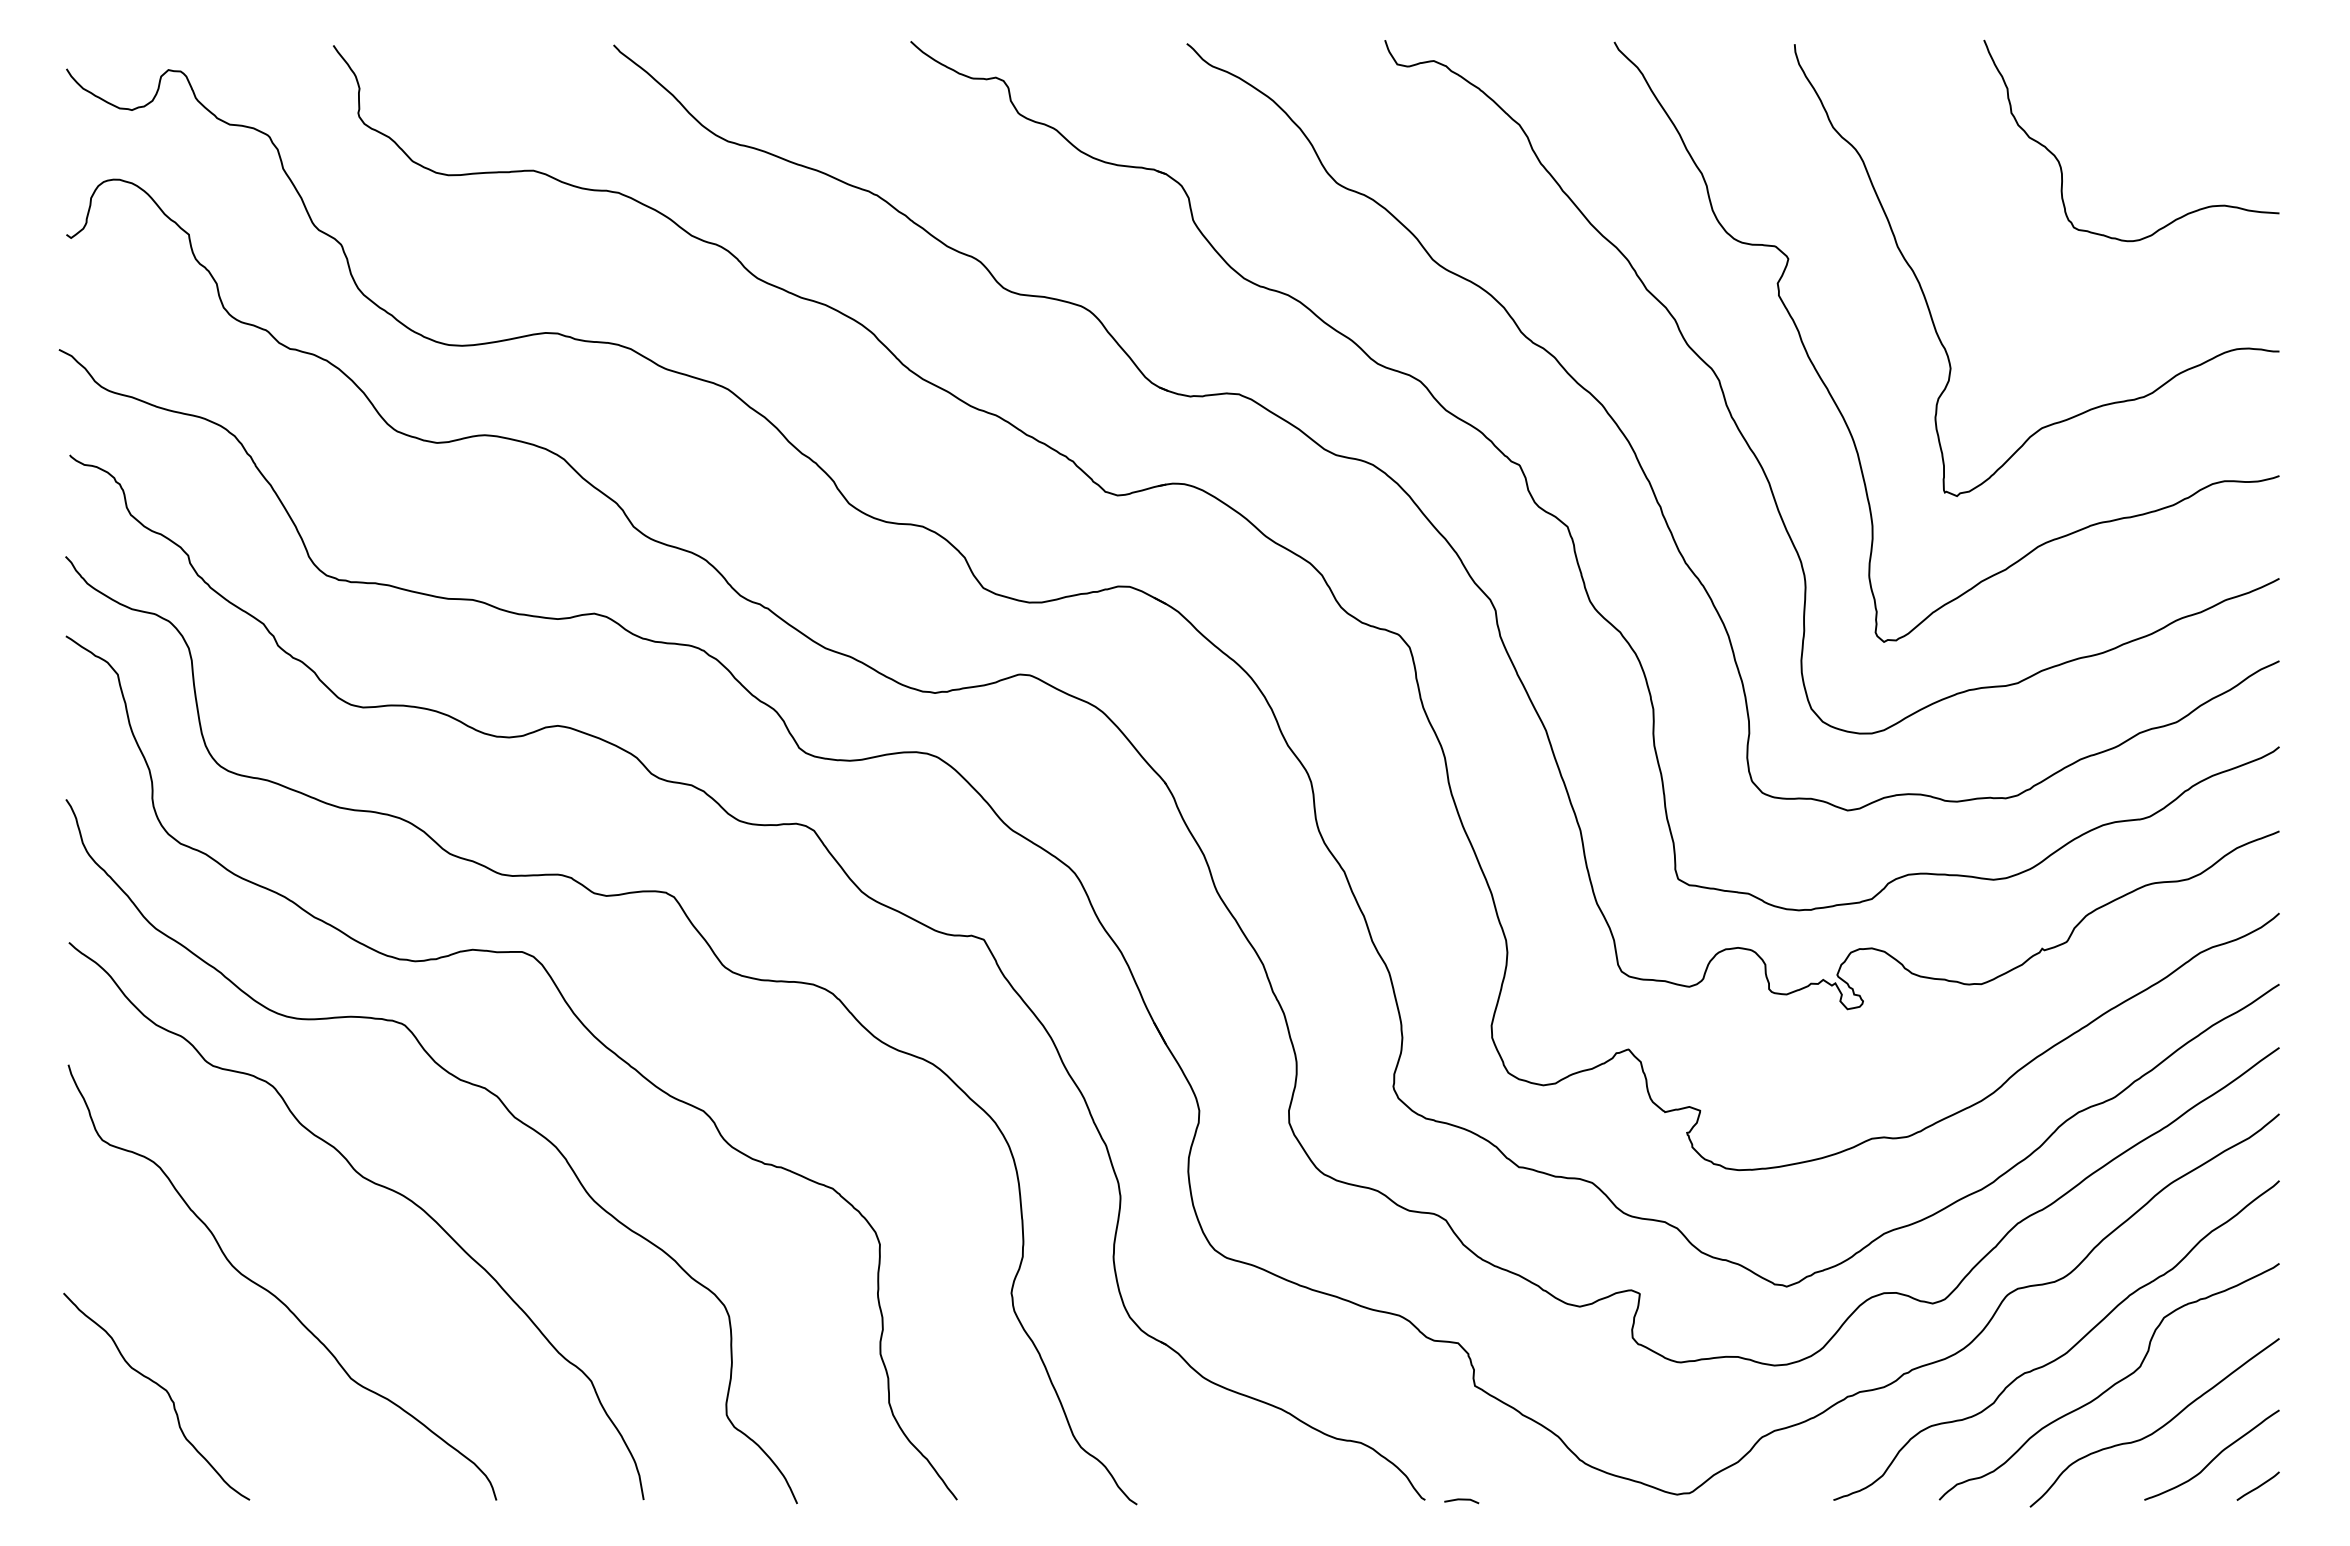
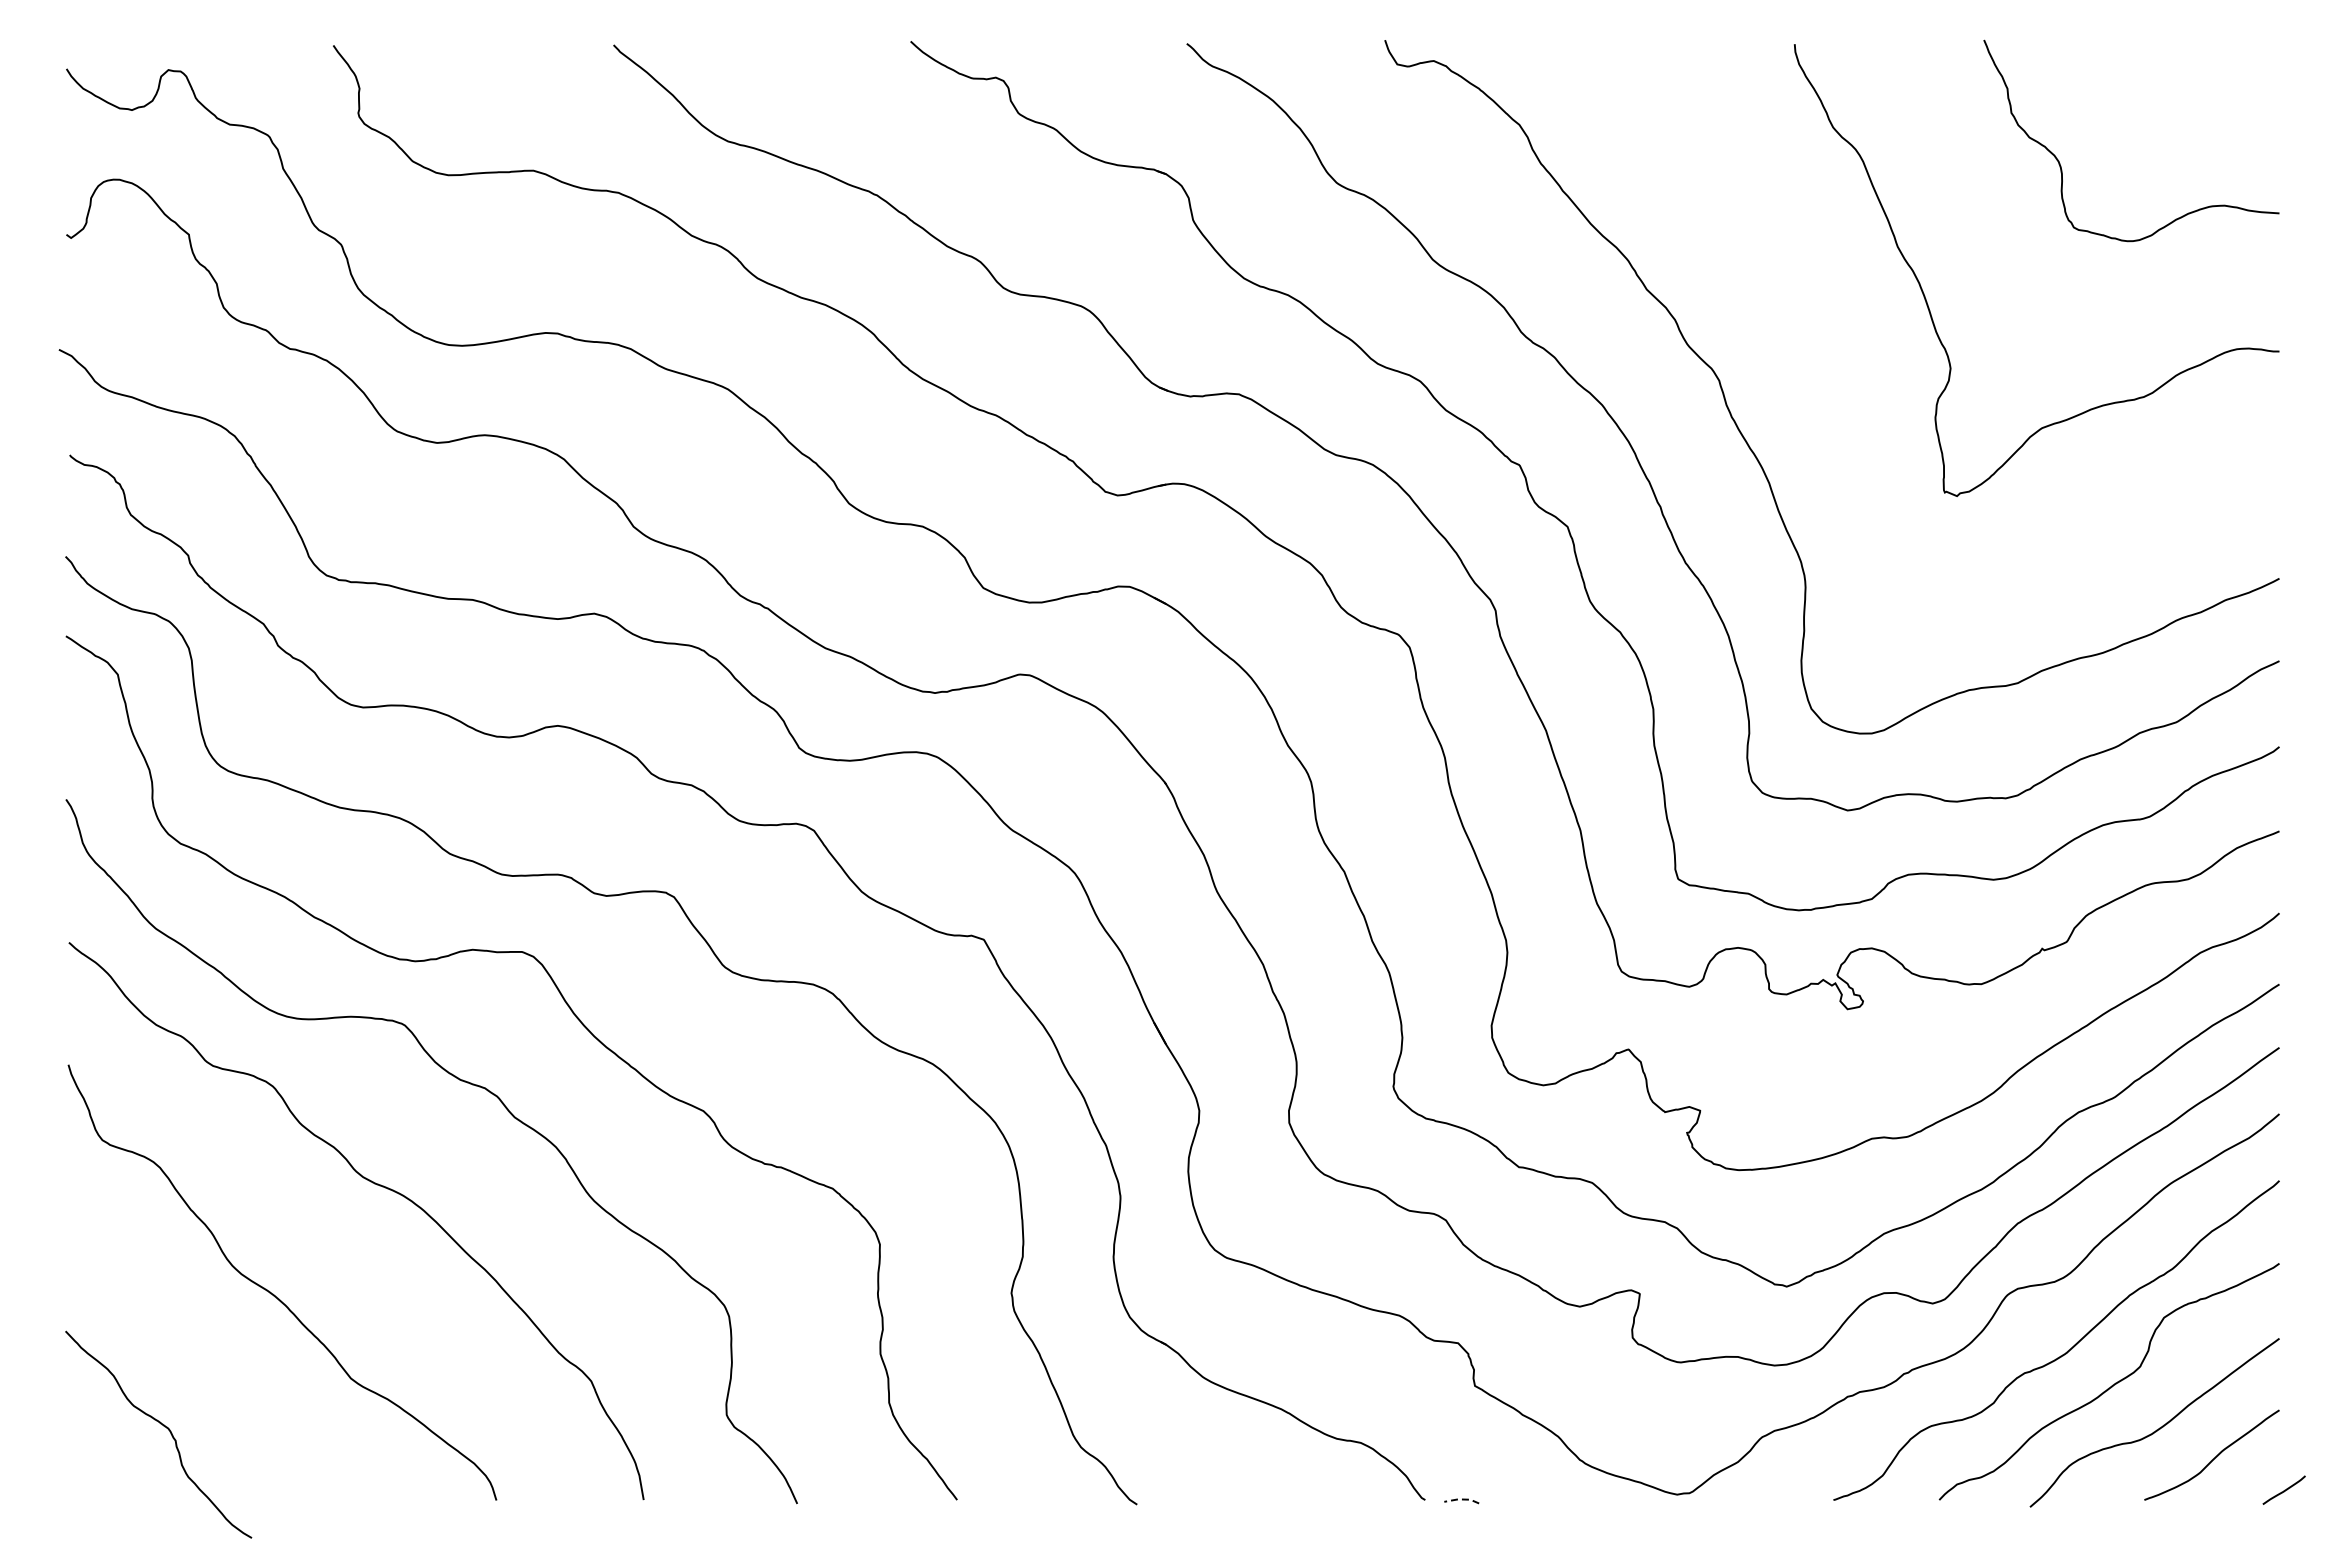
curve at (1838, 406): present -> none
curve at (161, 1388) position: (161, 1388) -> (163, 1426)
curve at (2258, 1485) position: (2258, 1485) -> (2284, 1489)
line at (1461, 1499): solid -> dashed
